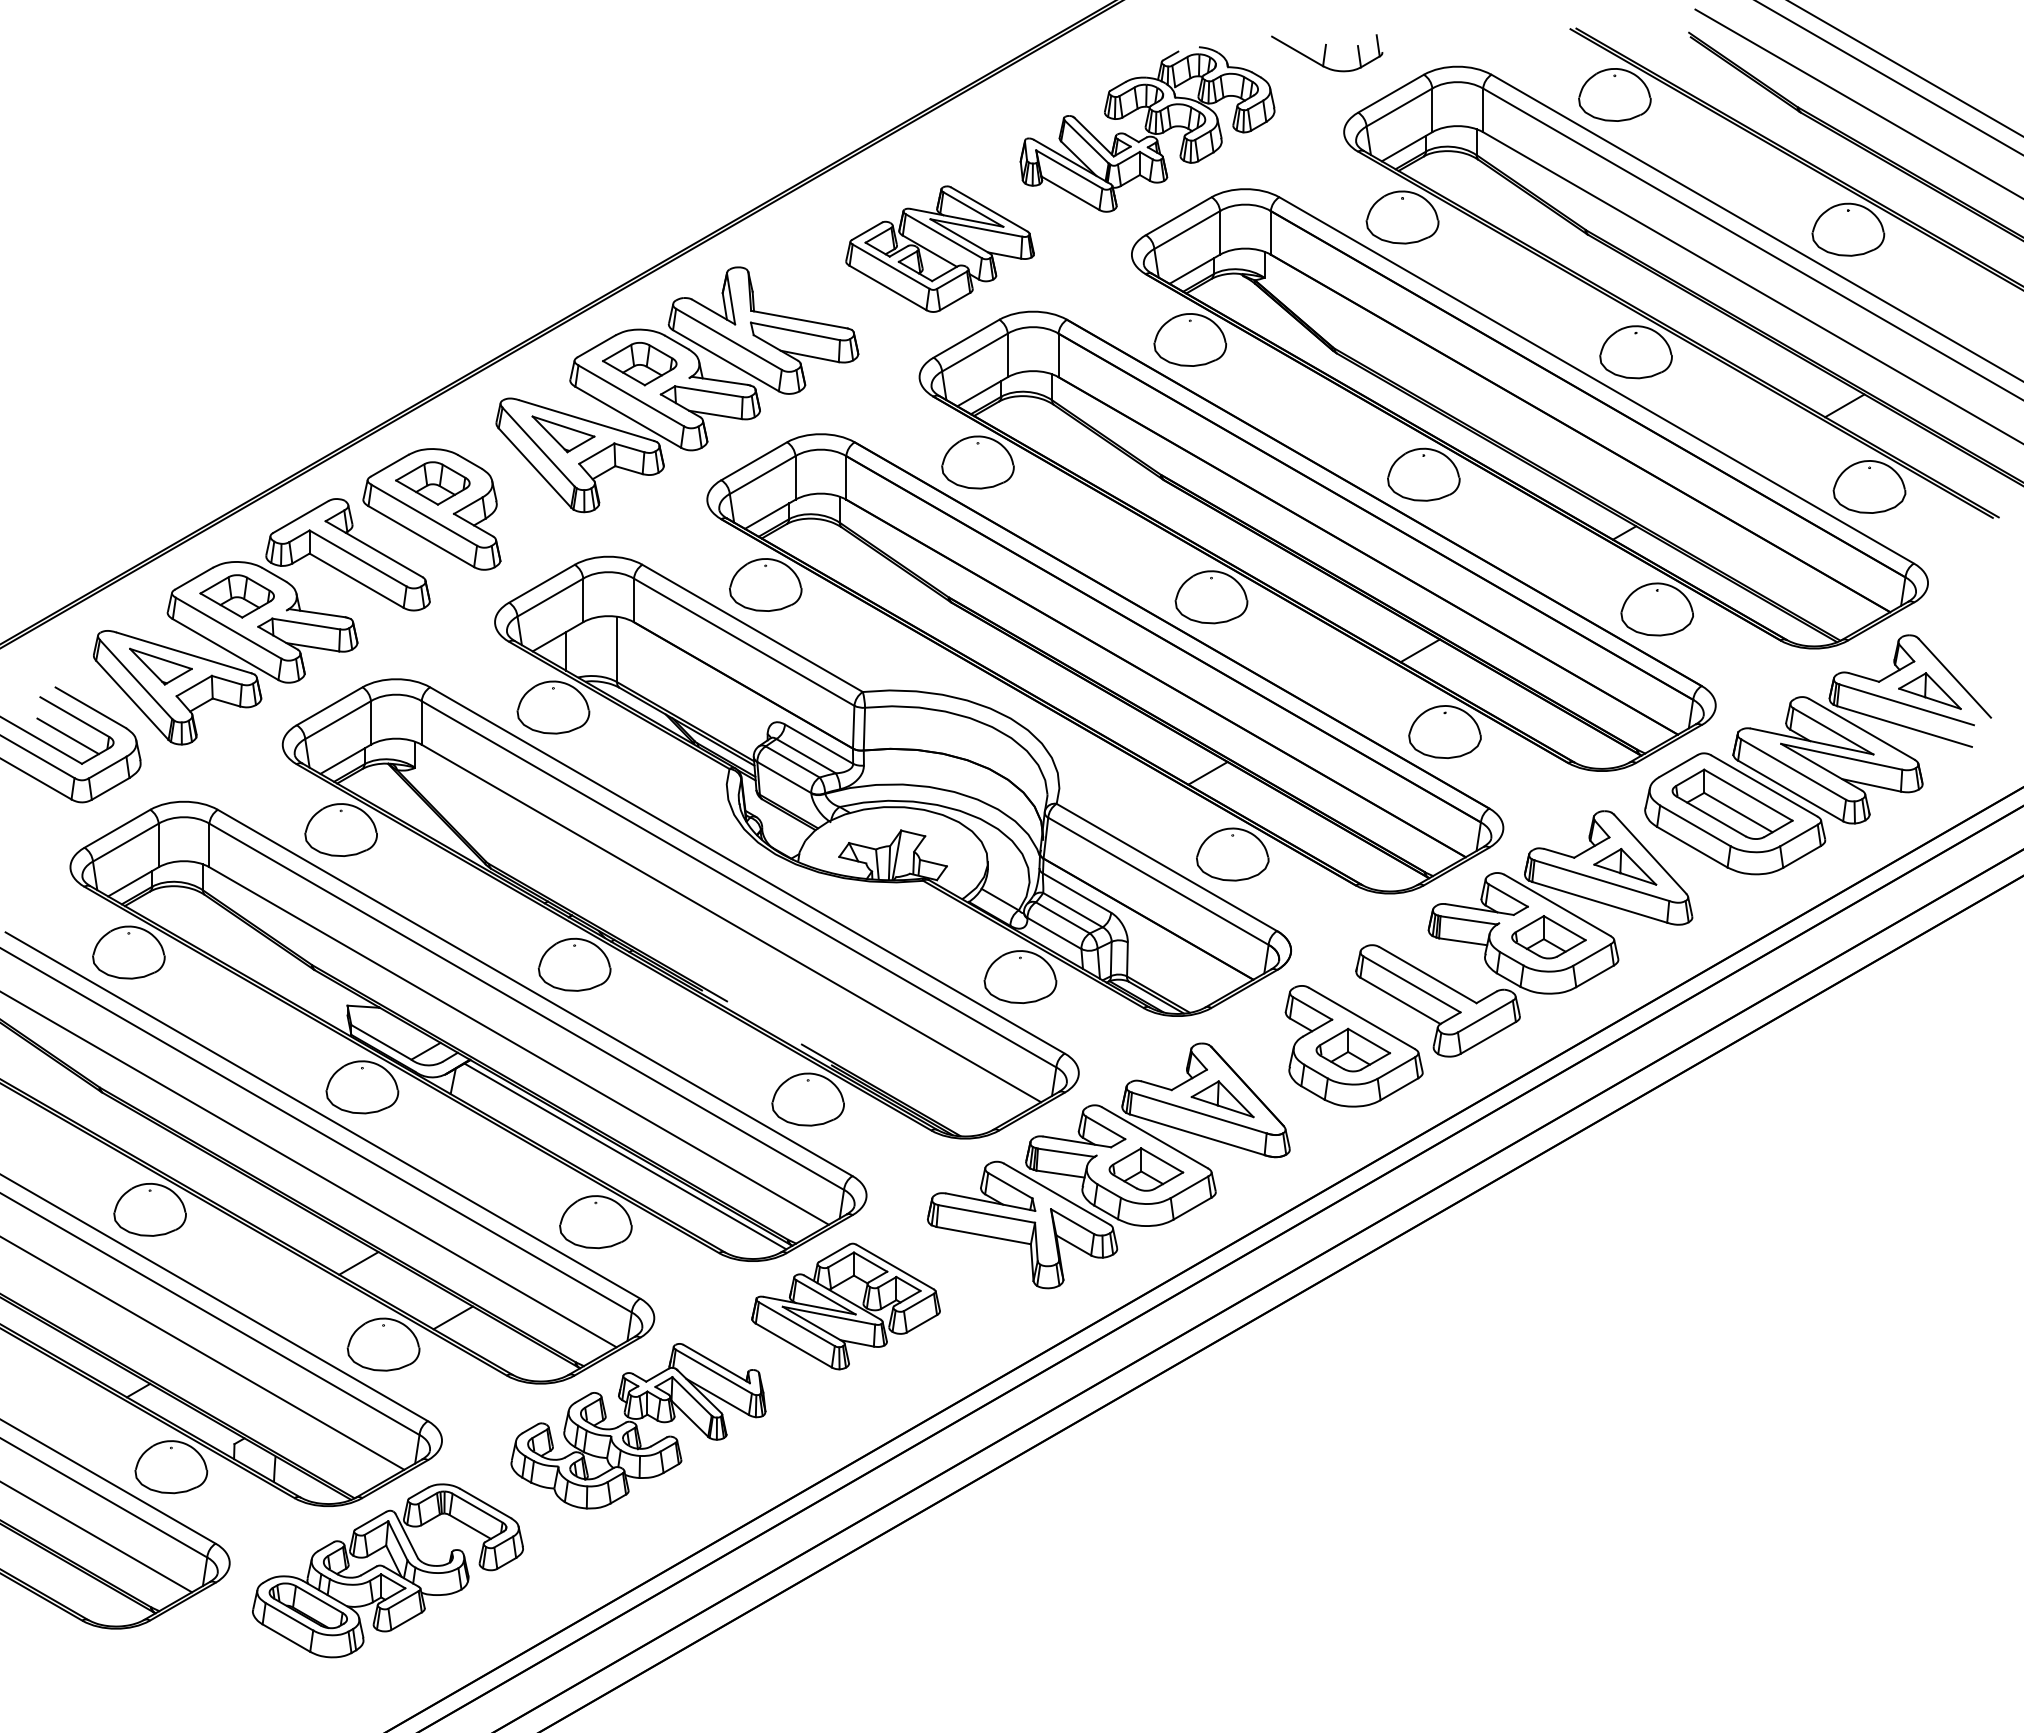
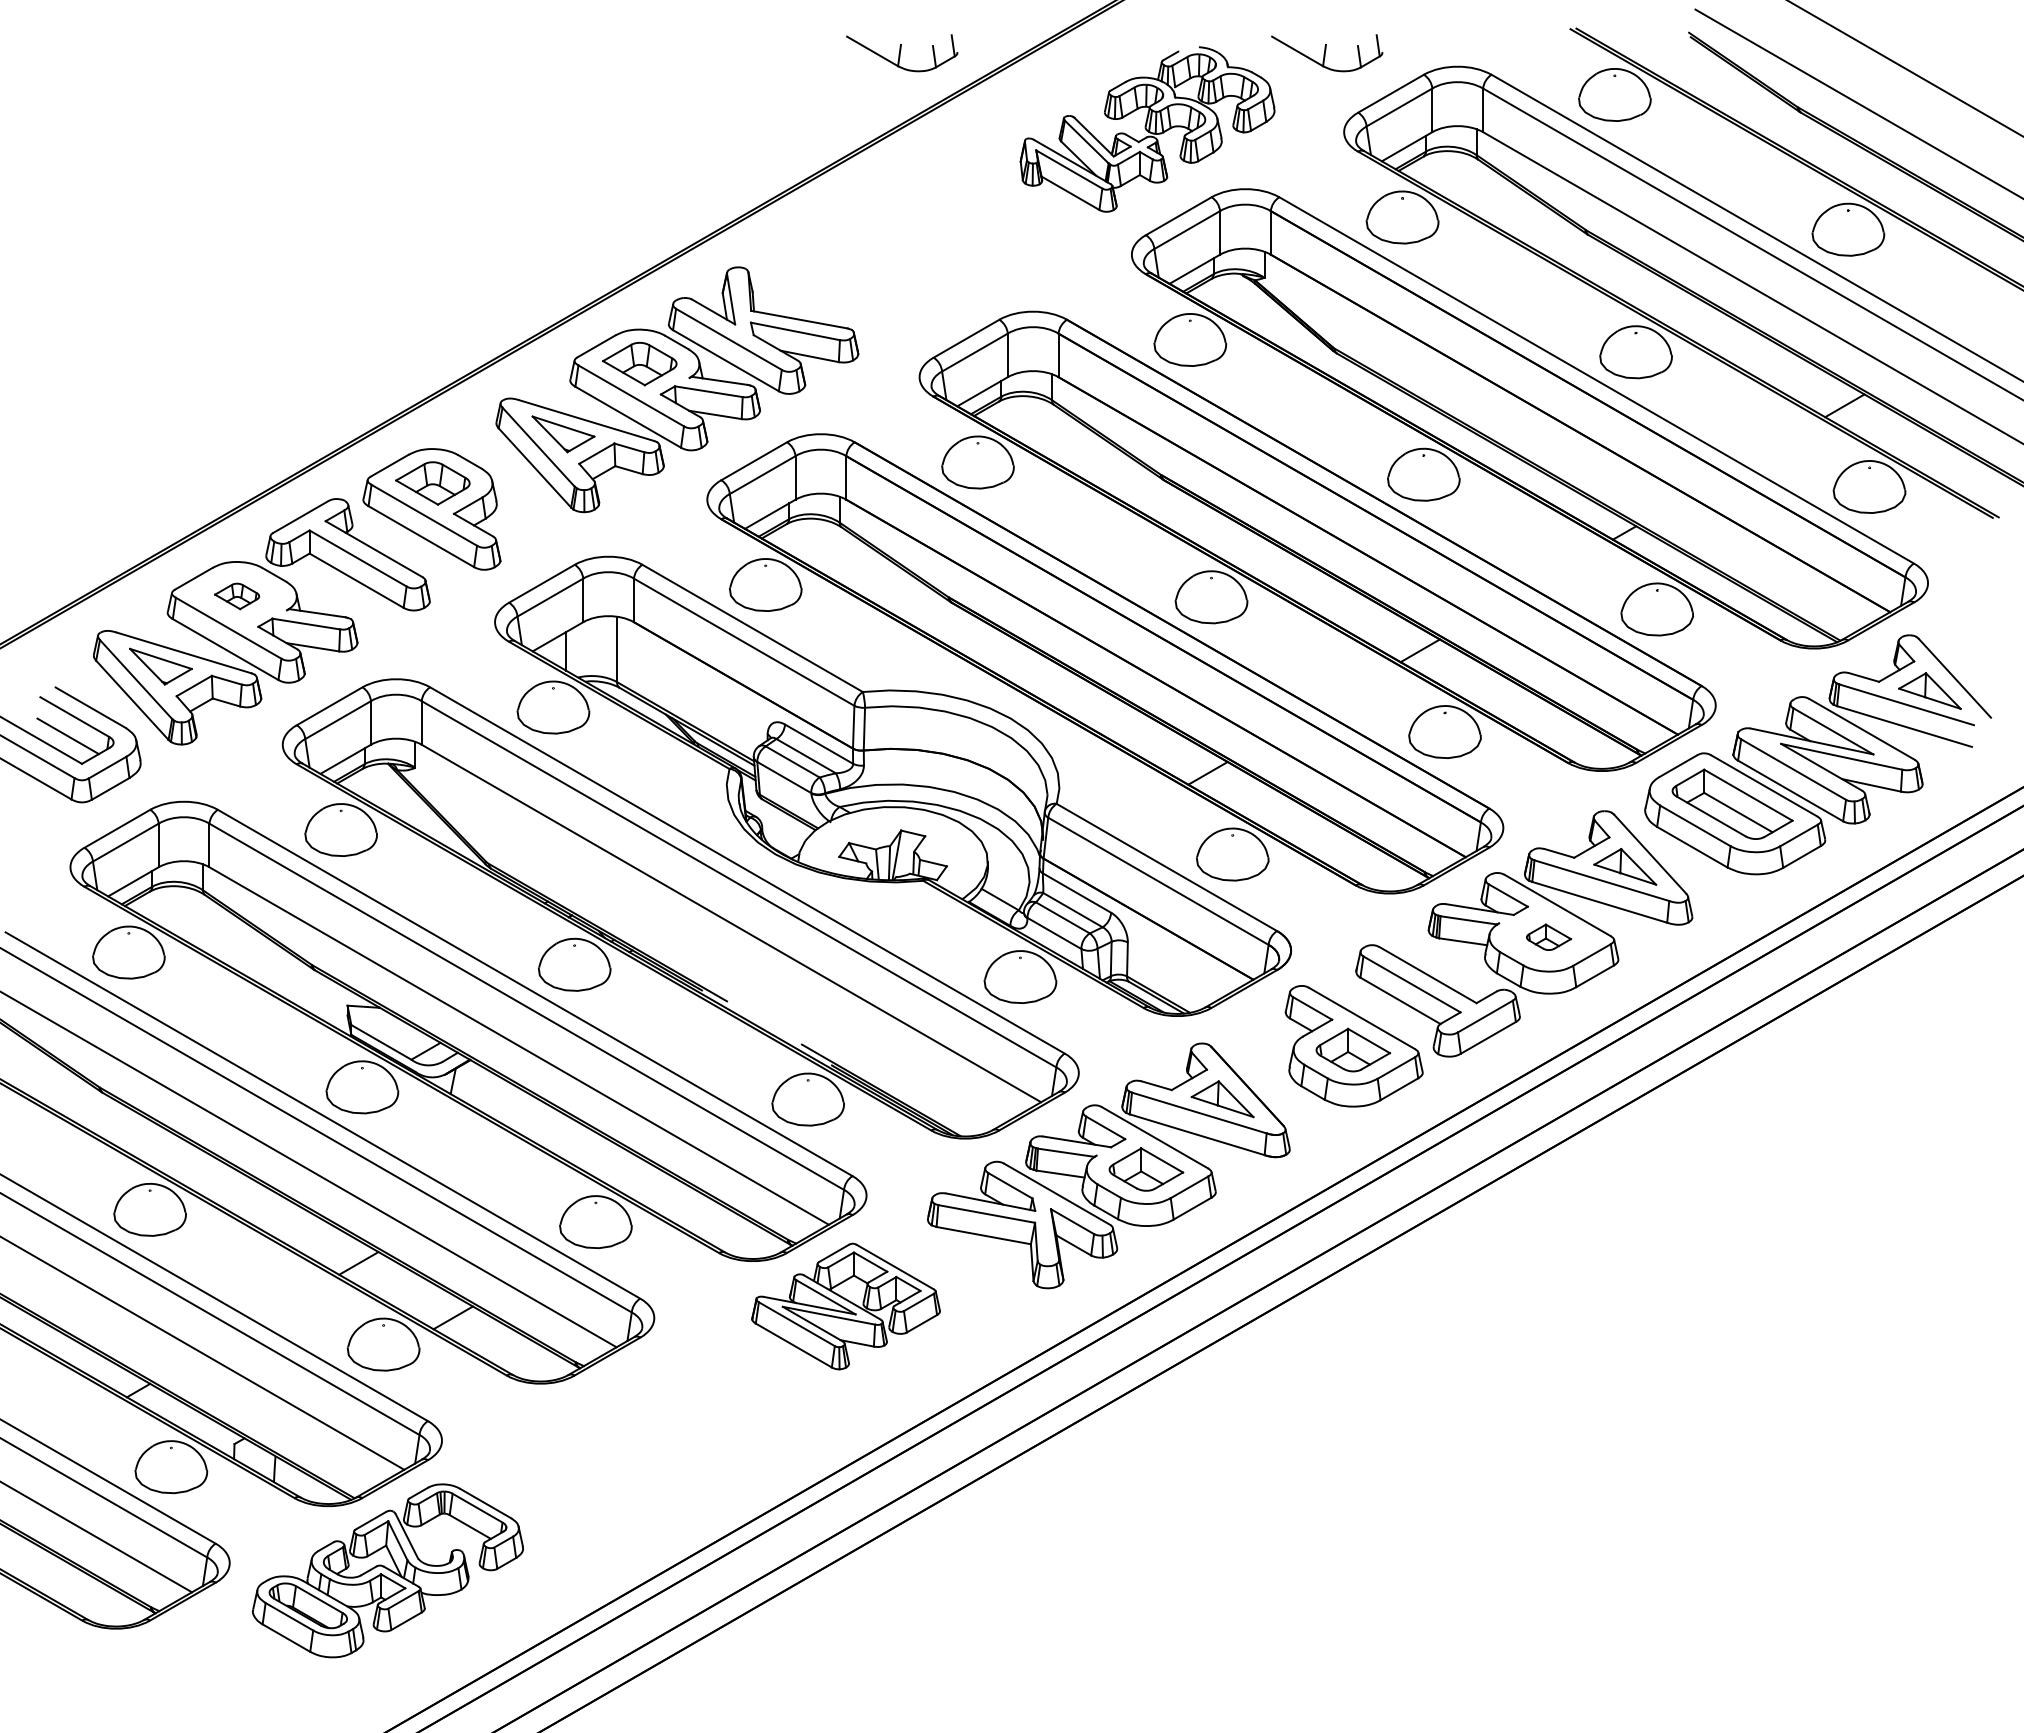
part at (902, 53): none -> present
line at (1888, 77): present -> none
part at (939, 248): present -> none
part at (236, 596) size: 76x45 px -> 47x29 px
part at (1548, 937) size: 76x45 px -> 47x28 px
line at (625, 1156): present -> none
part at (638, 1426): present -> none
